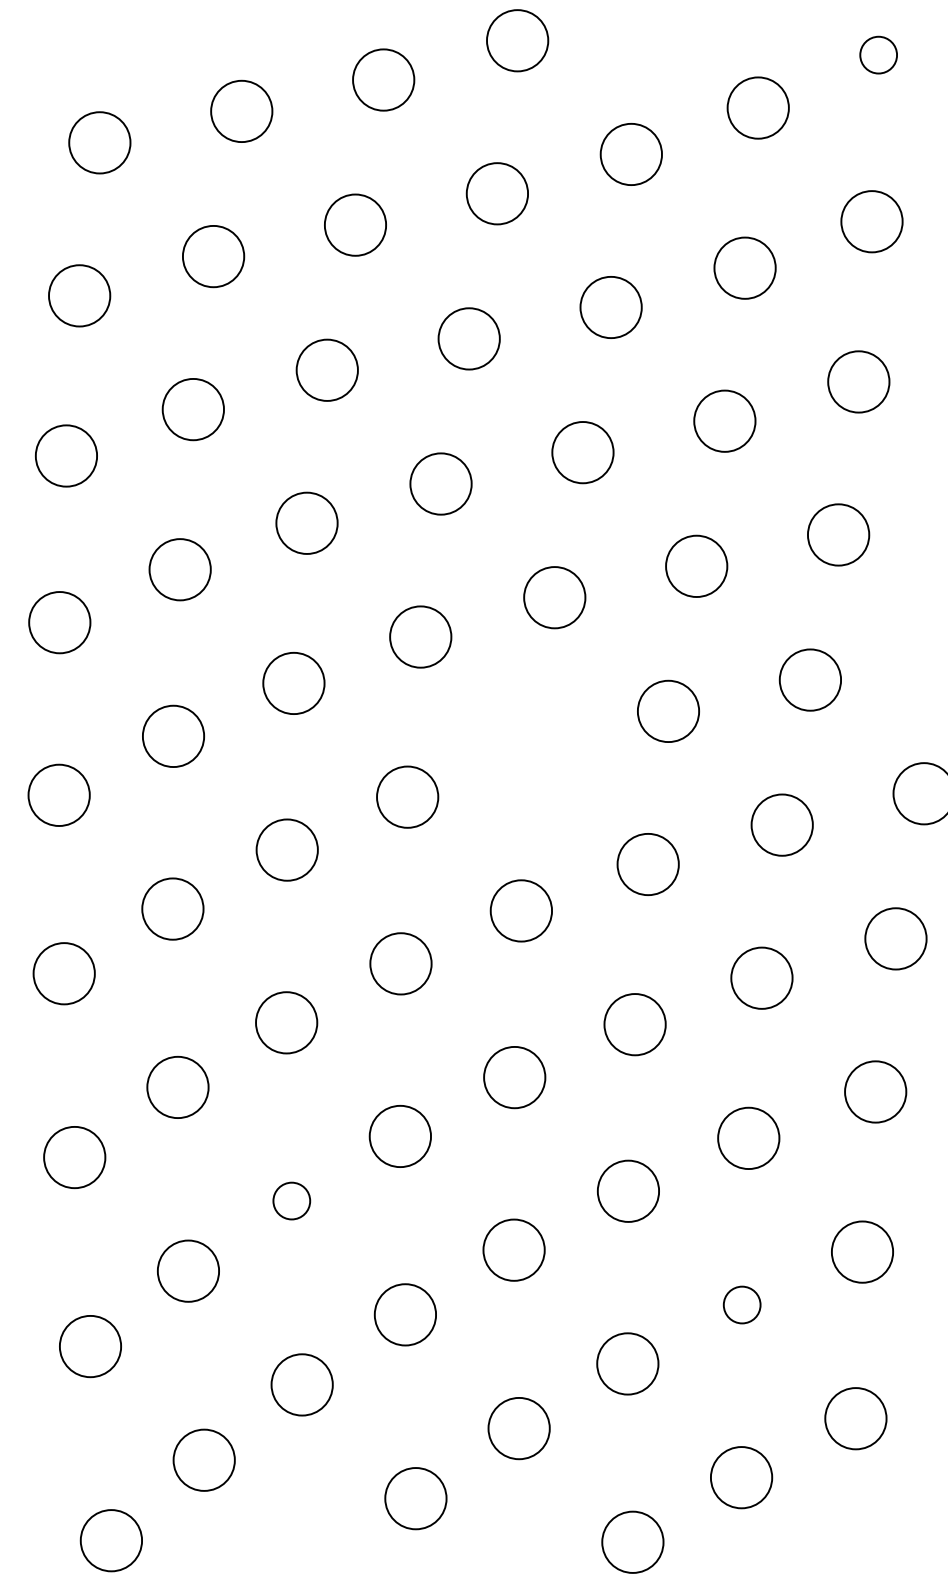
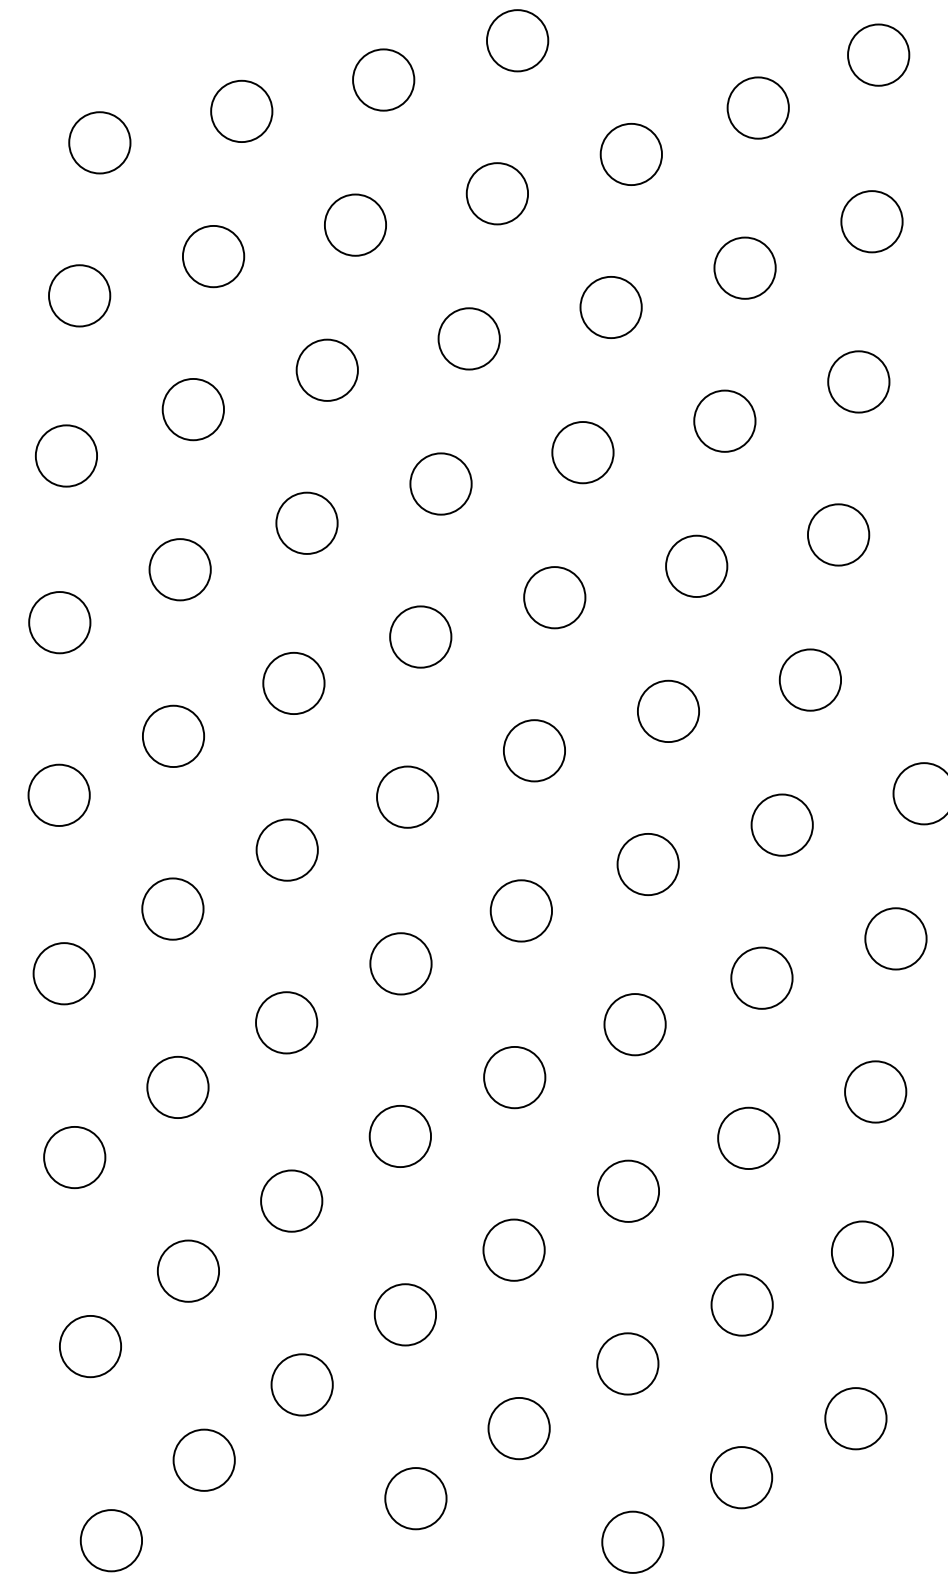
circle at (878, 54) diameter: 37 px -> 61 px
circle at (534, 750): none -> present
circle at (291, 1200) size: 40x40 px -> 64x64 px
circle at (741, 1304) diameter: 37 px -> 61 px
